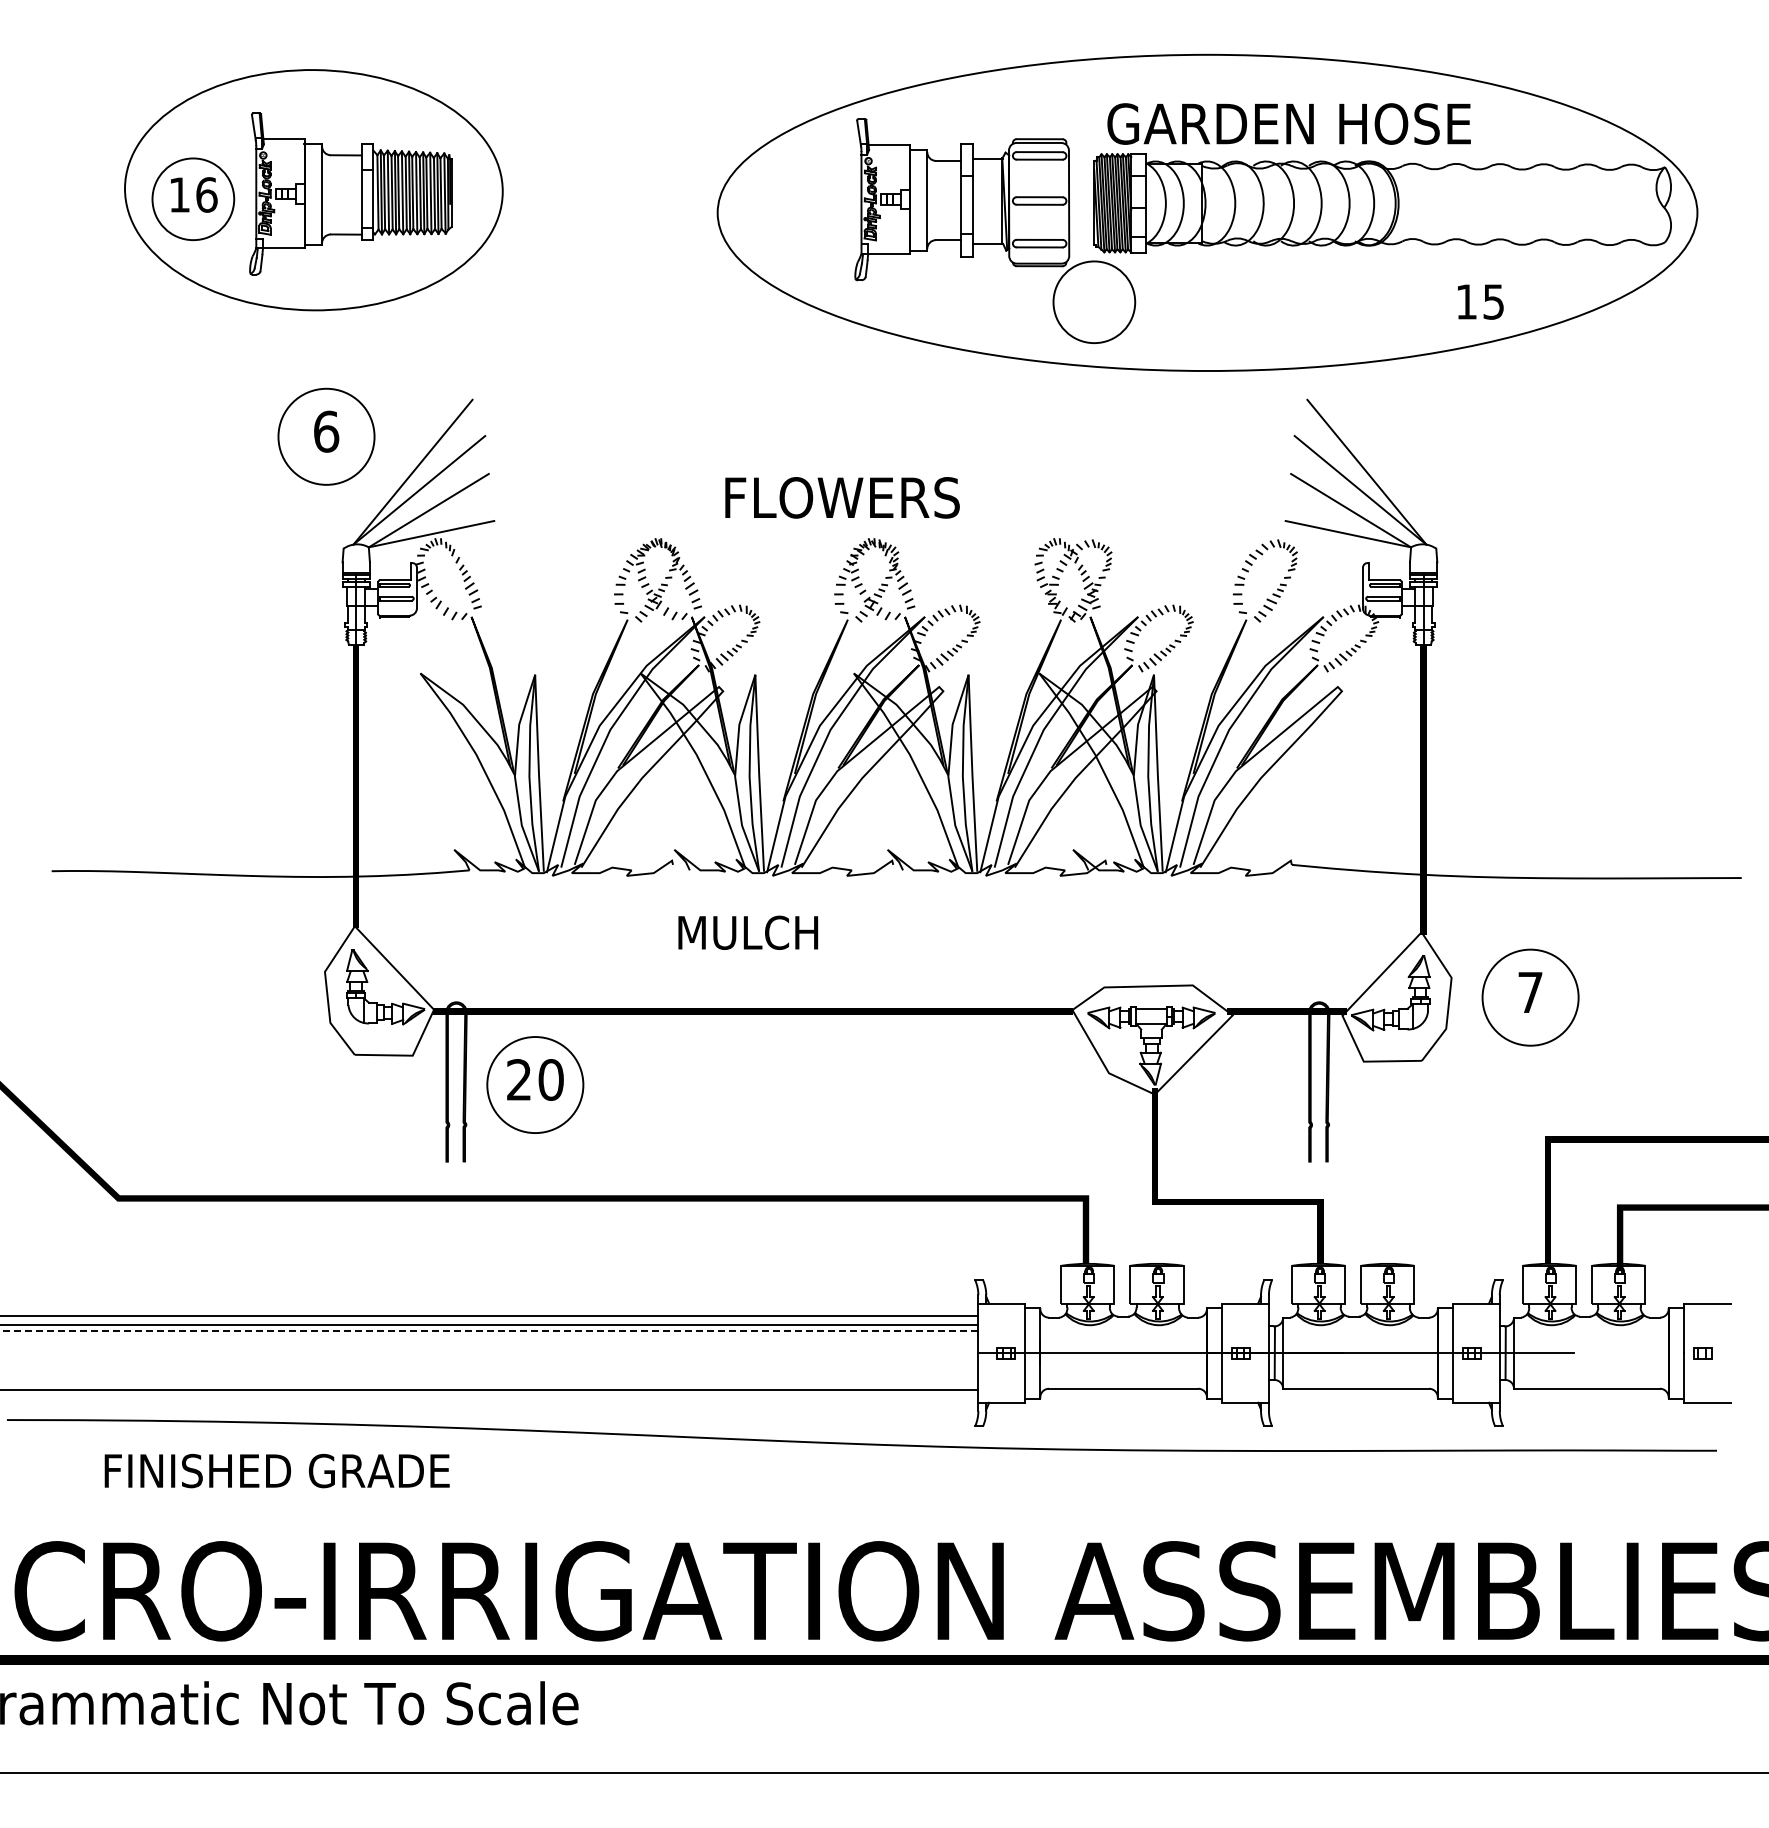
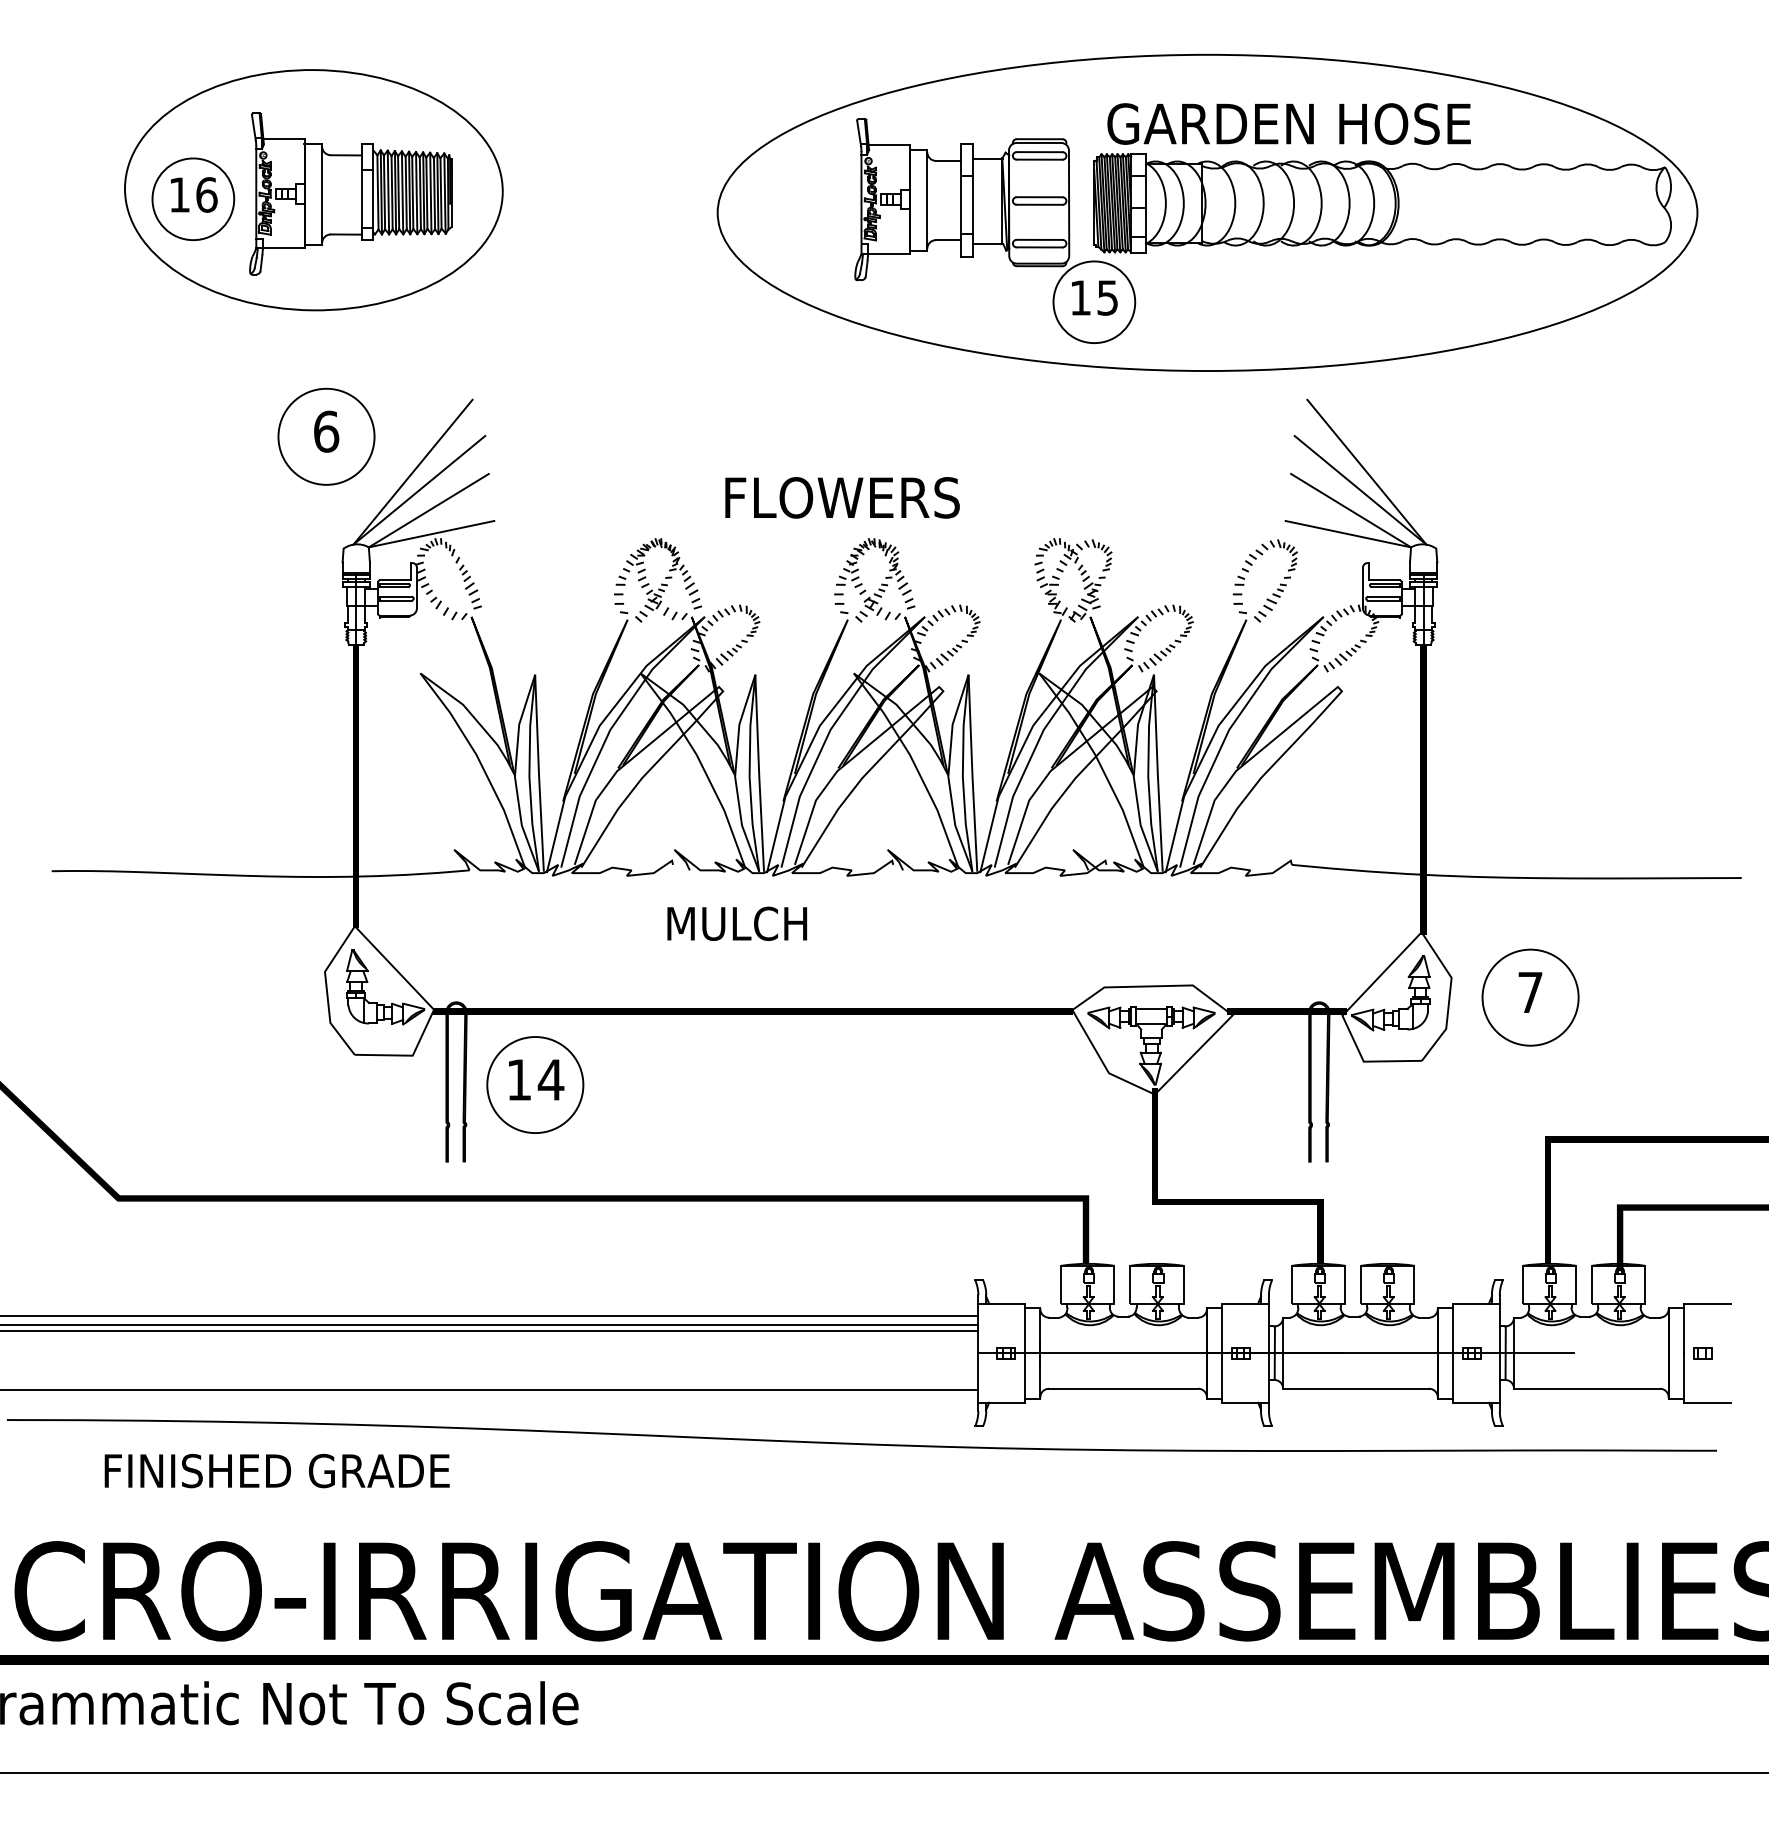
text at (1480, 301) position: (1480, 301) -> (1094, 297)
text at (748, 932) position: (748, 932) -> (737, 923)
text at (535, 1079): 20 -> 14
line at (489, 1331): dashed -> solid
